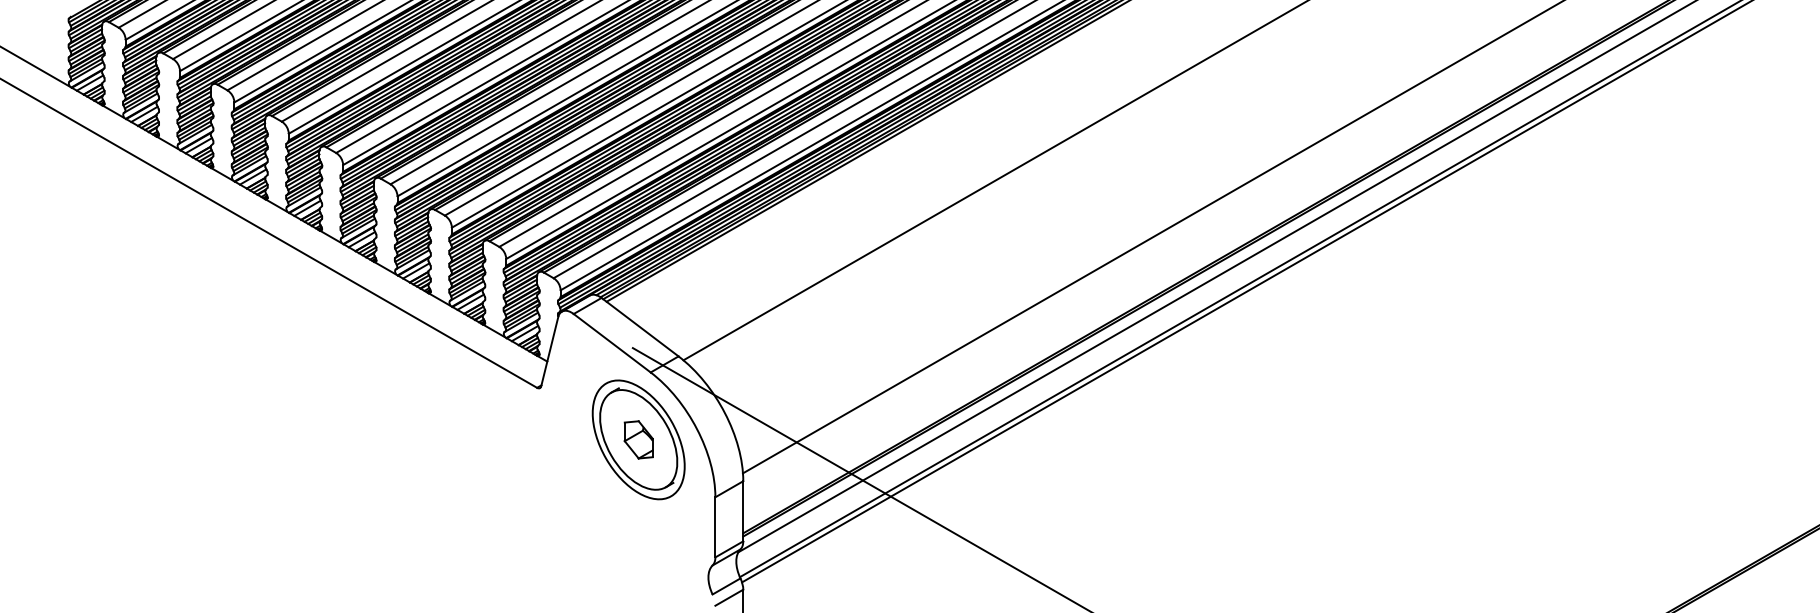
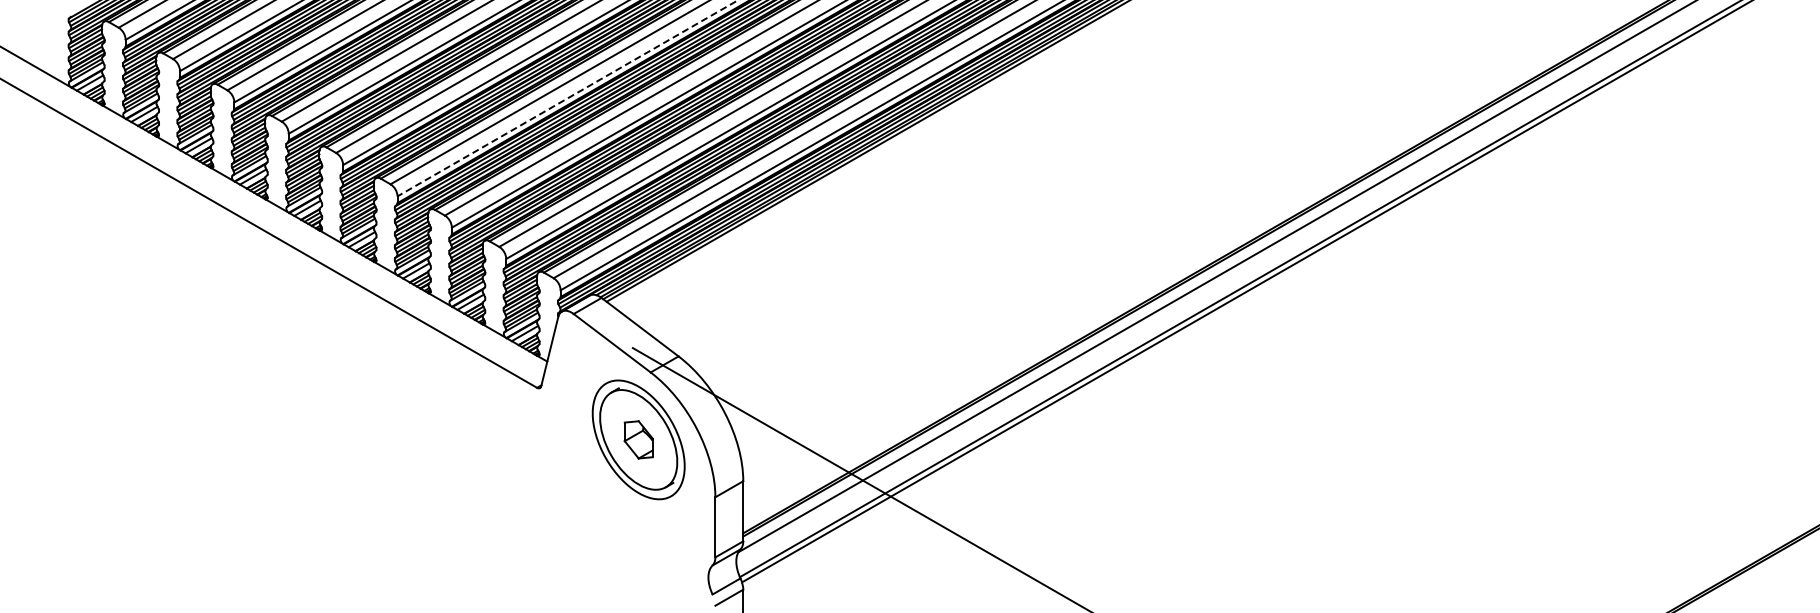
line at (567, 98): solid -> dashed
line at (994, 181): present -> none
line at (1151, 237): present -> none
